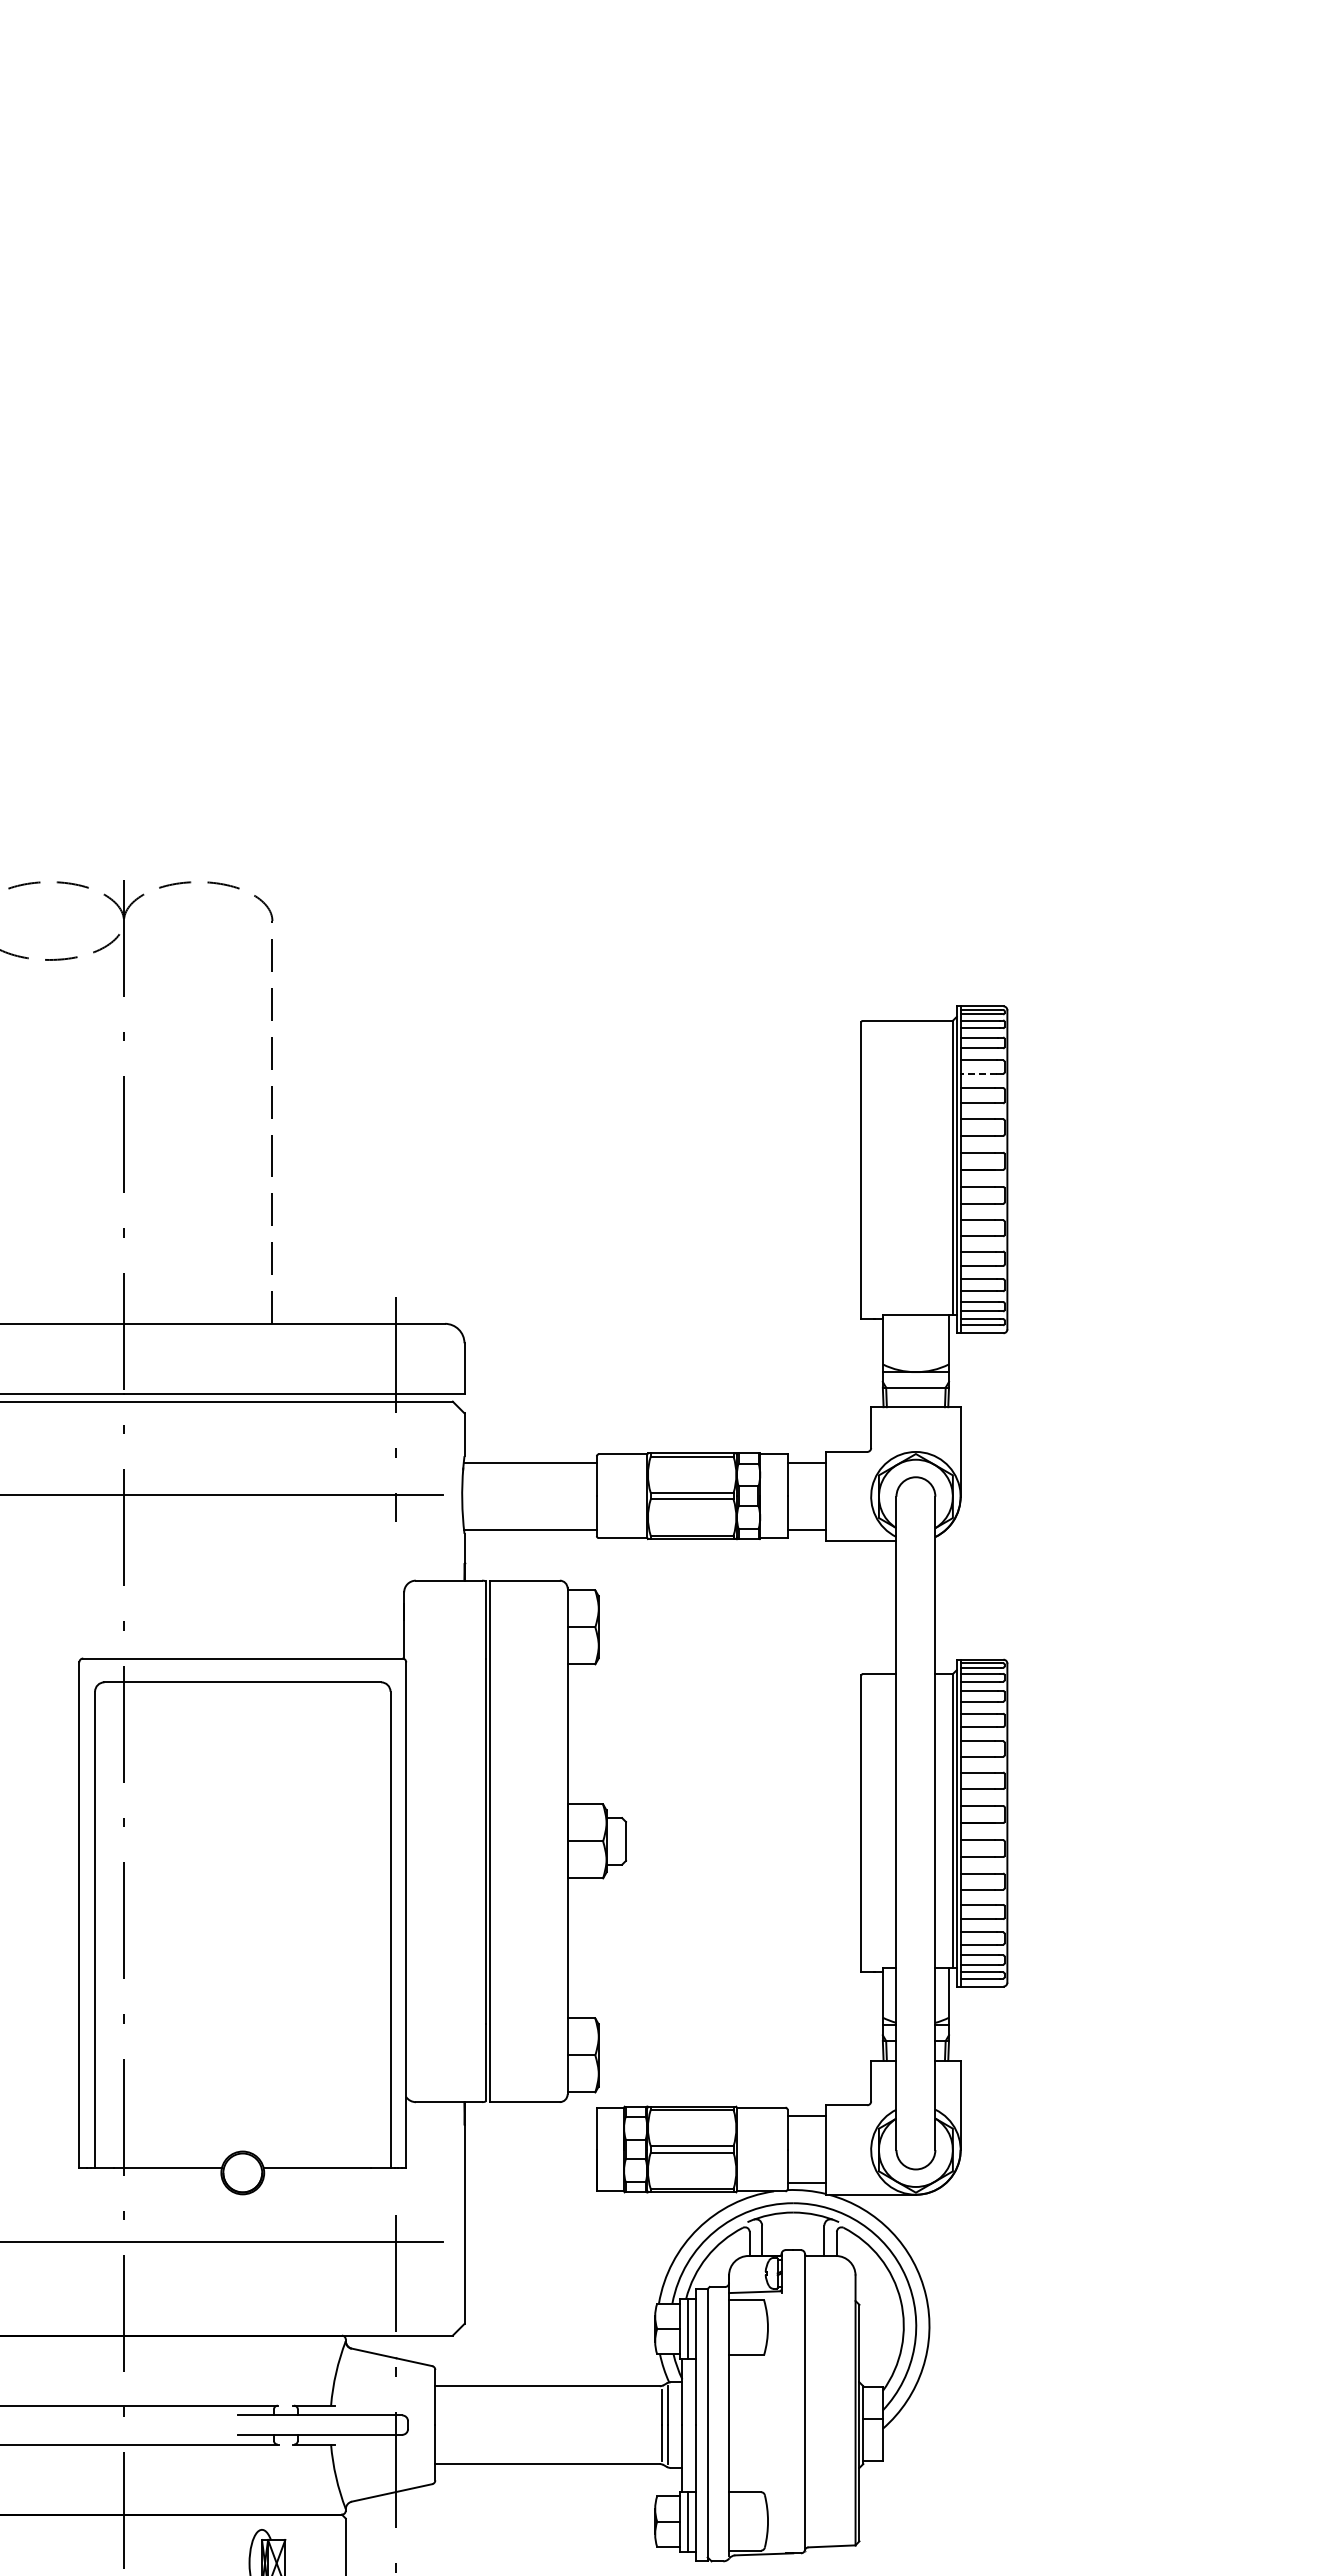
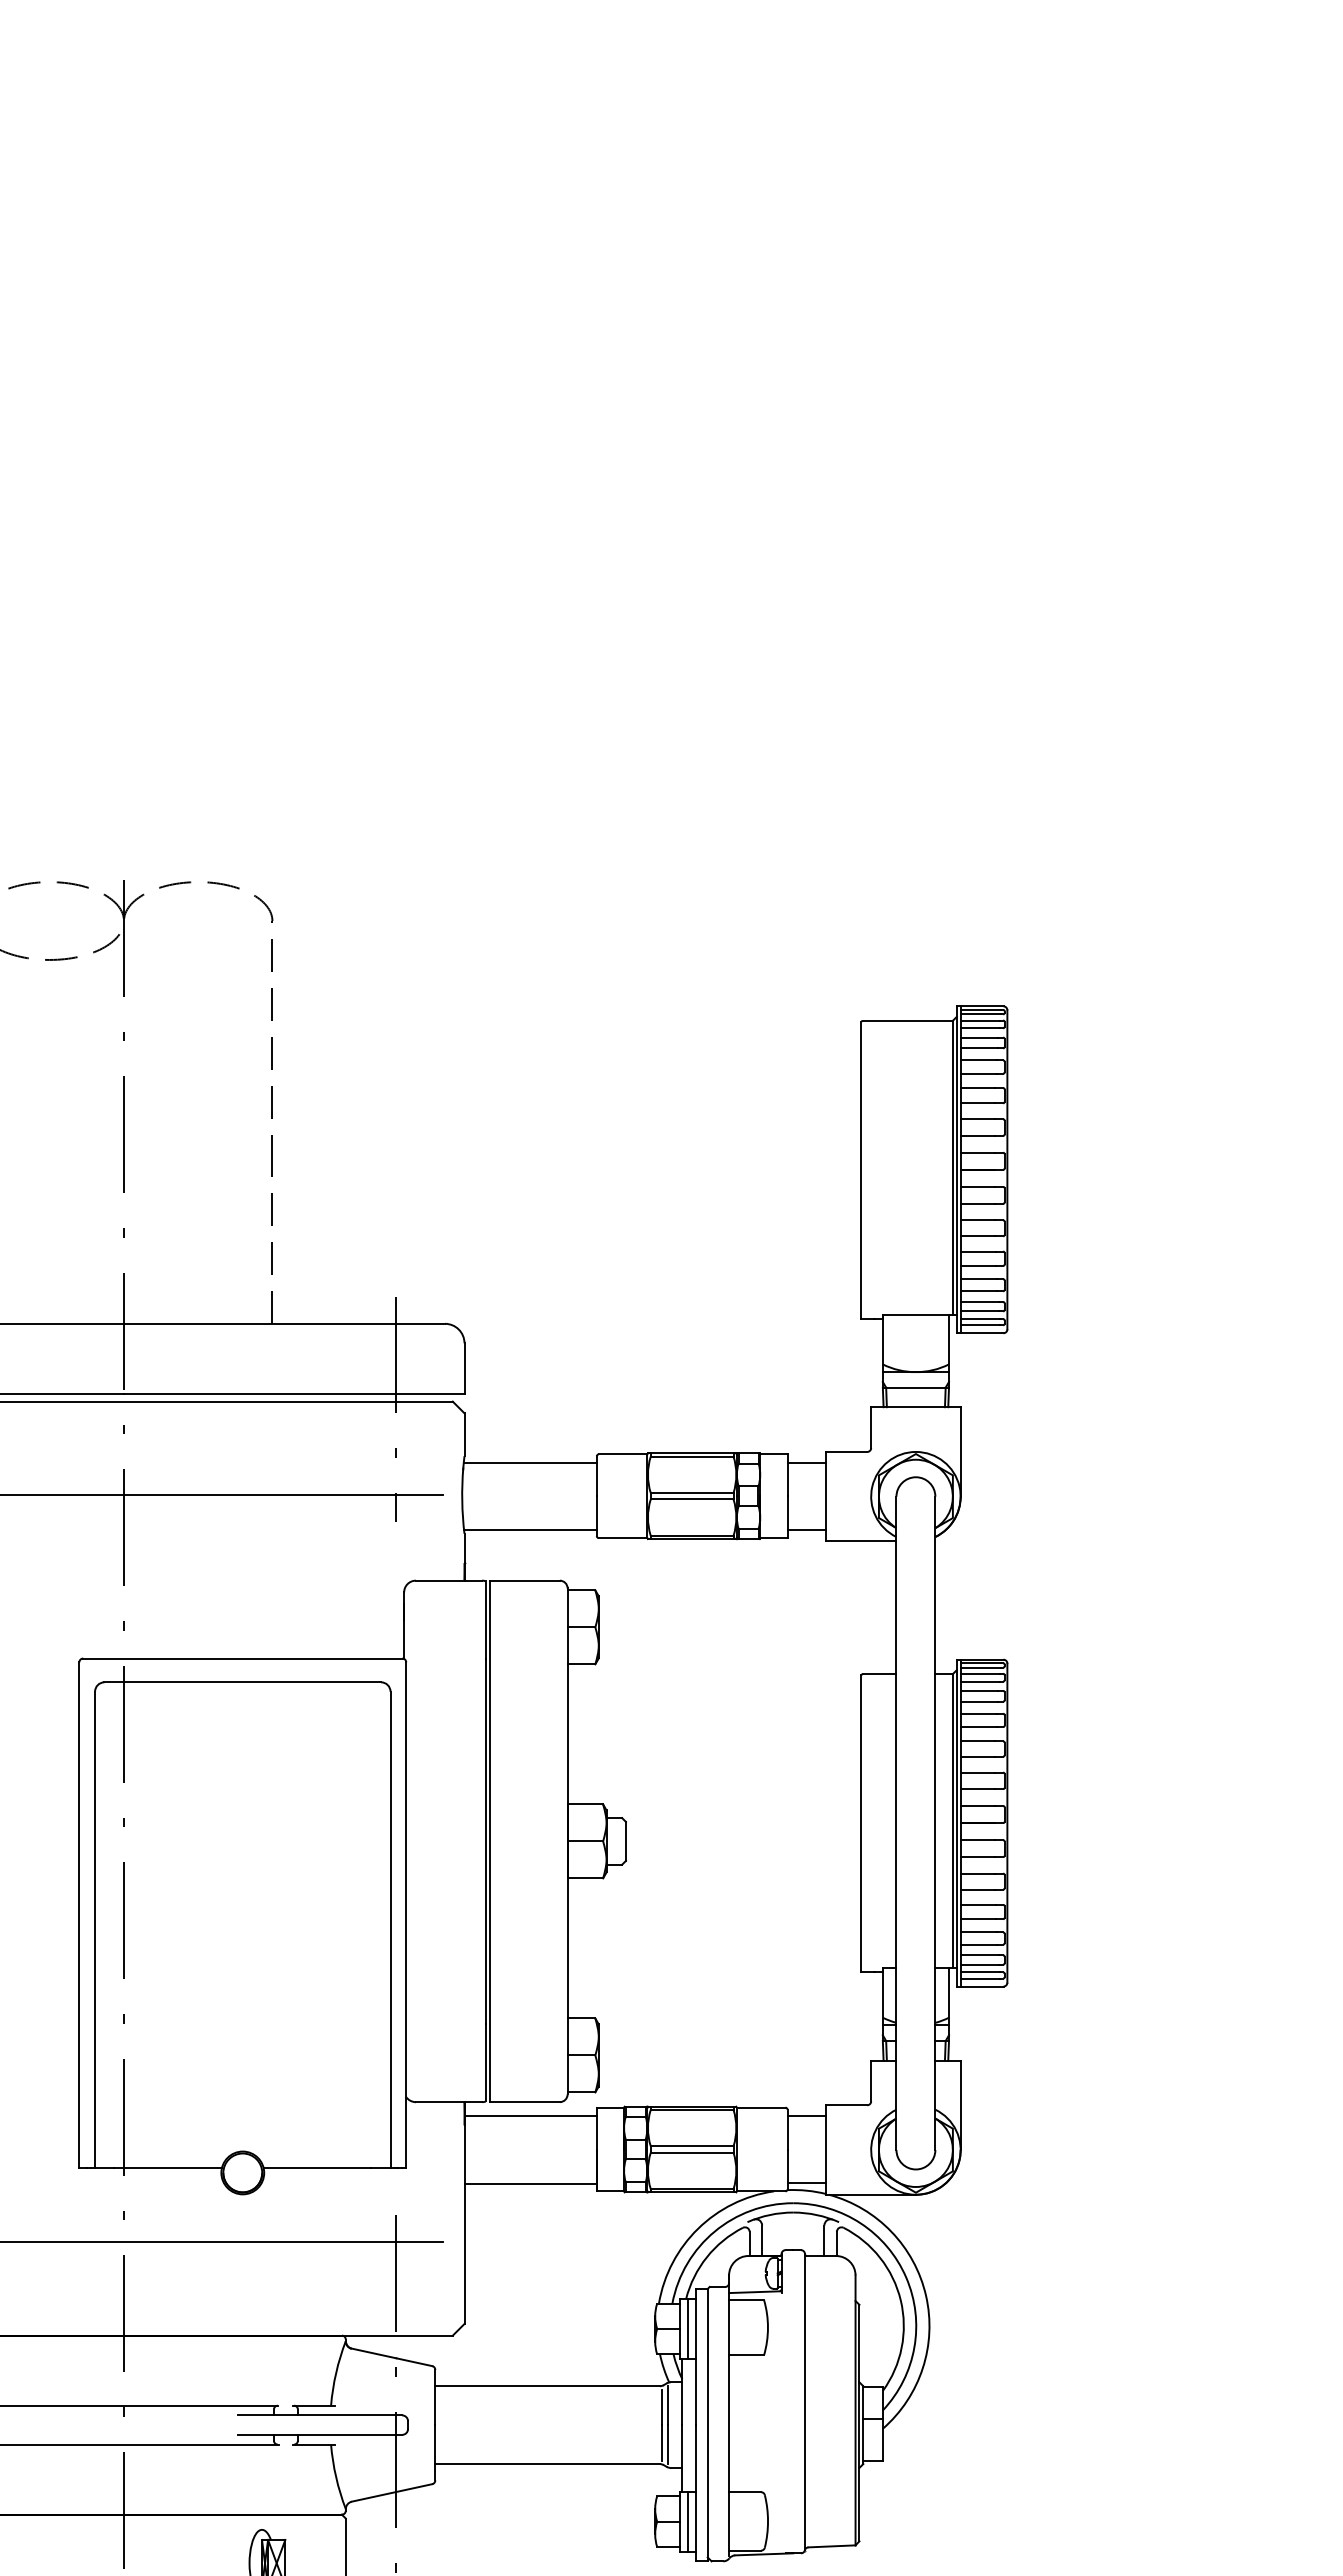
line at (978, 1073): dashed -> solid
line at (530, 2116): none -> present
line at (530, 2183): none -> present
